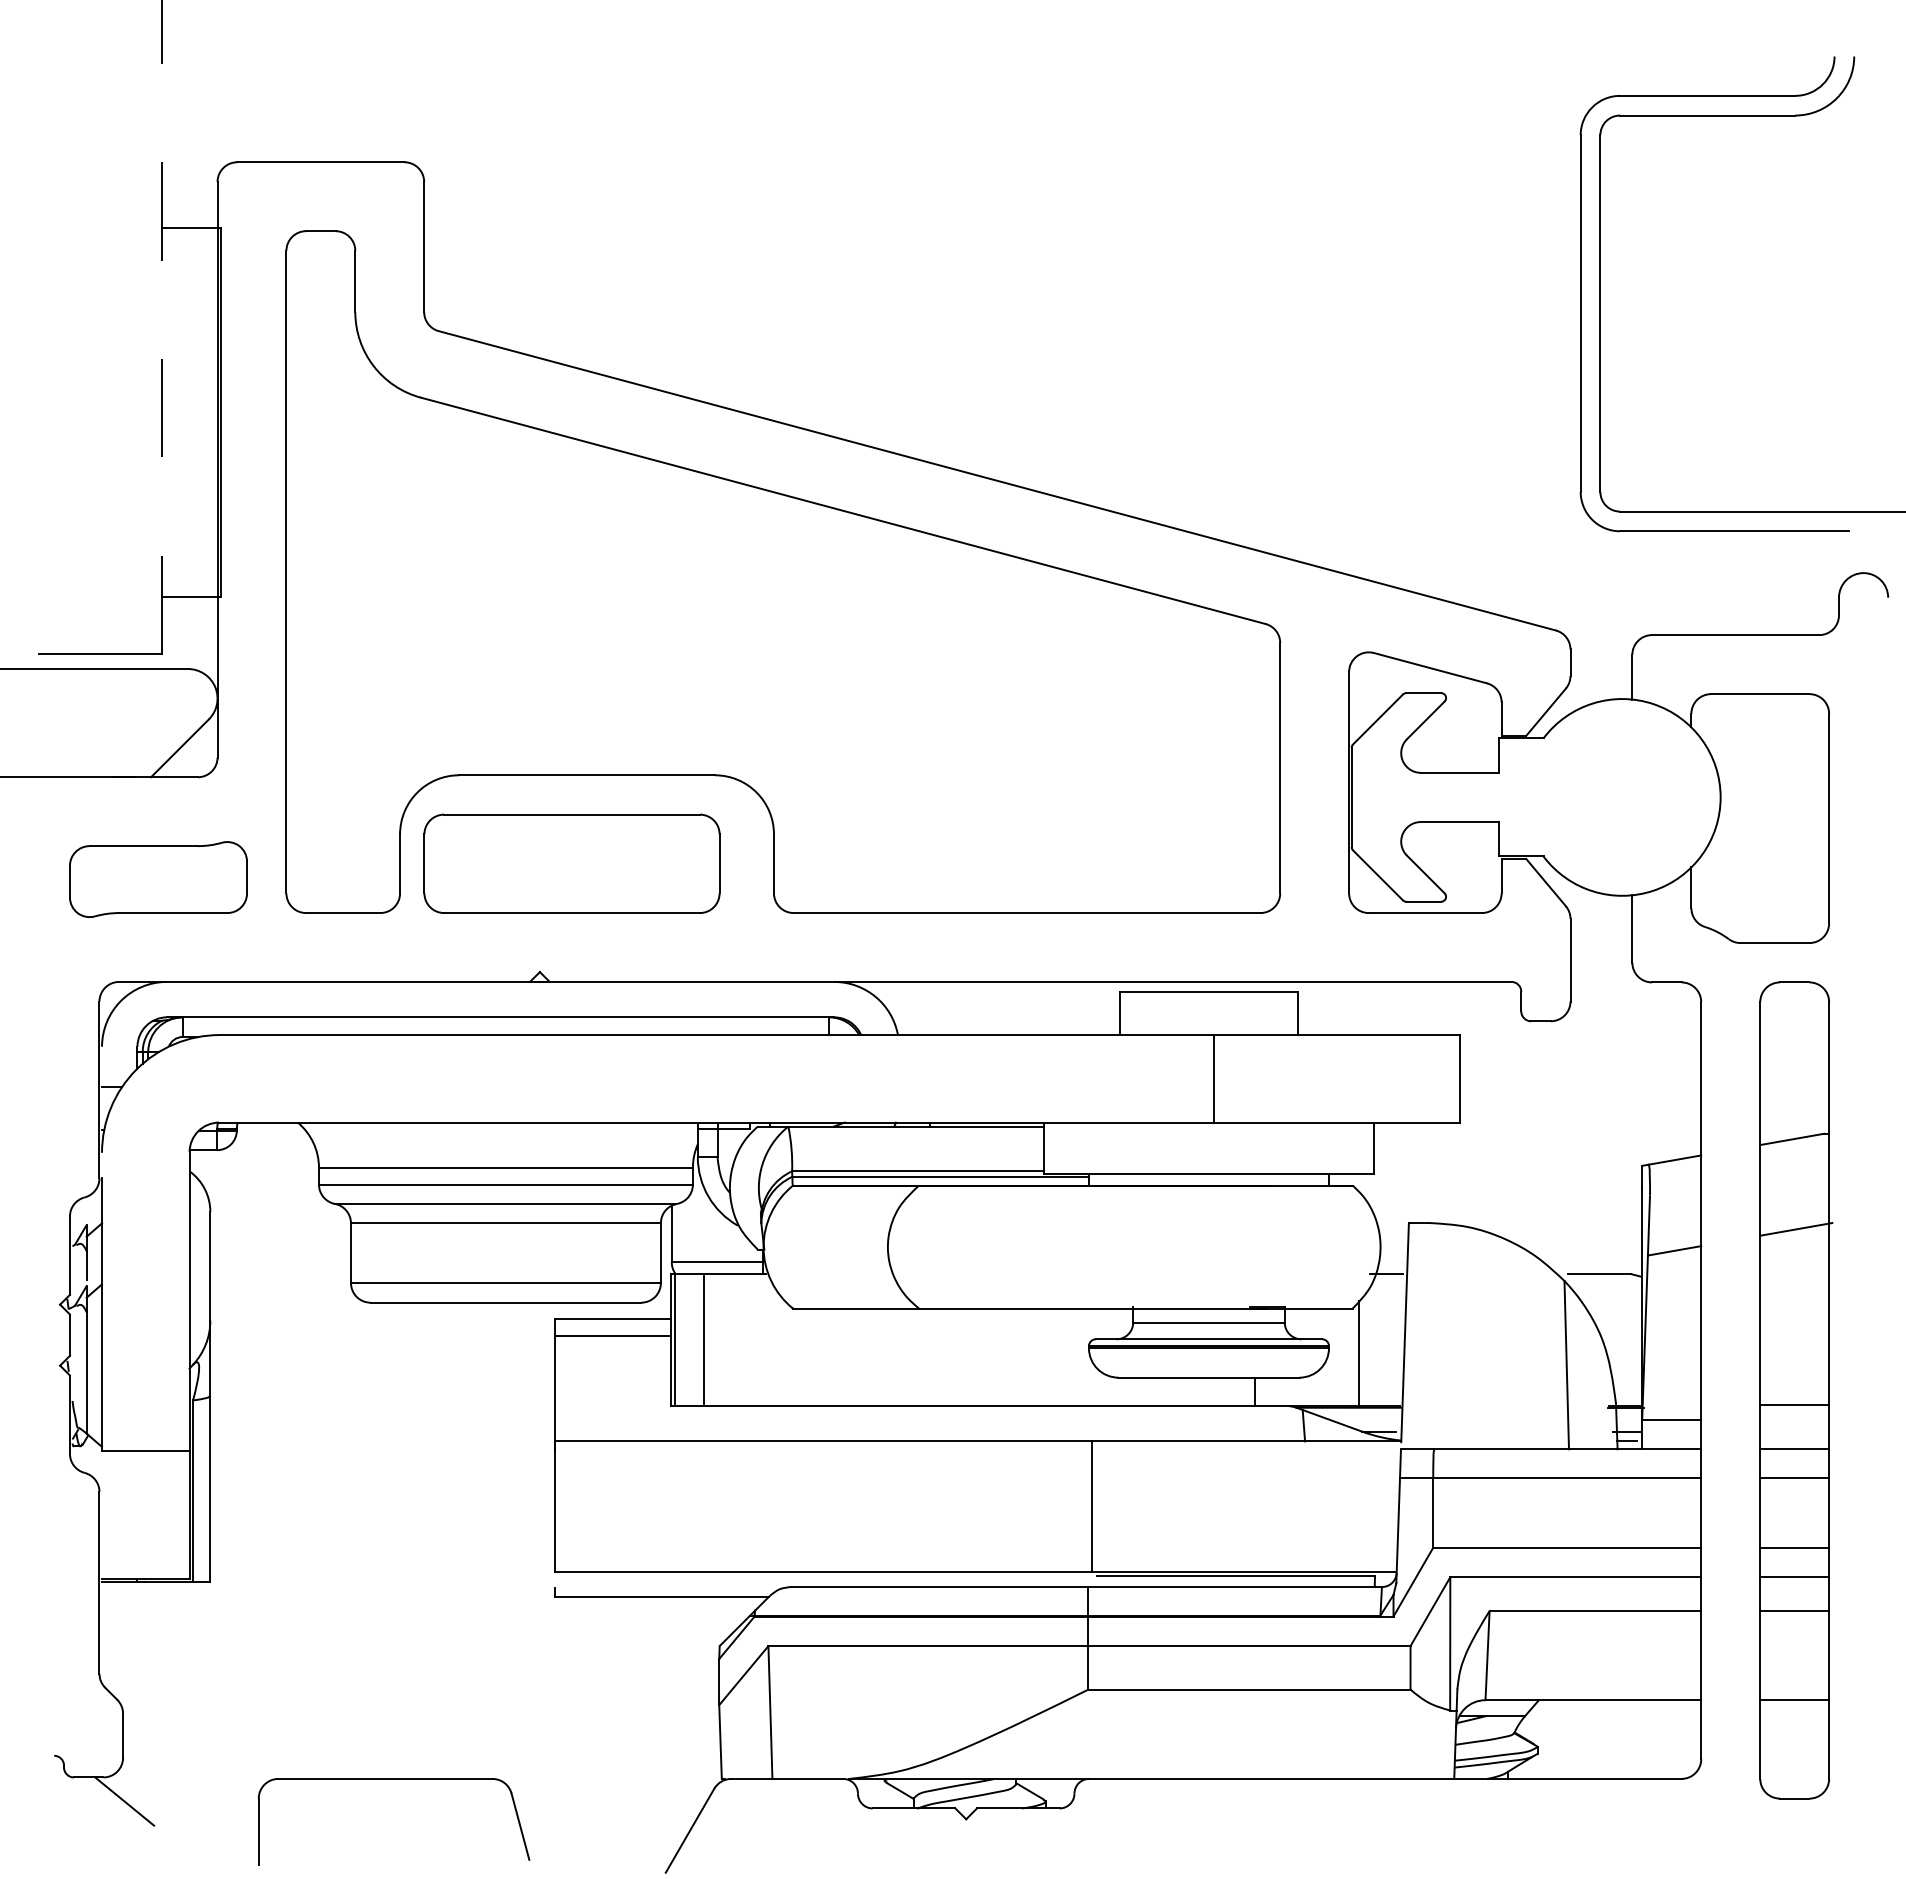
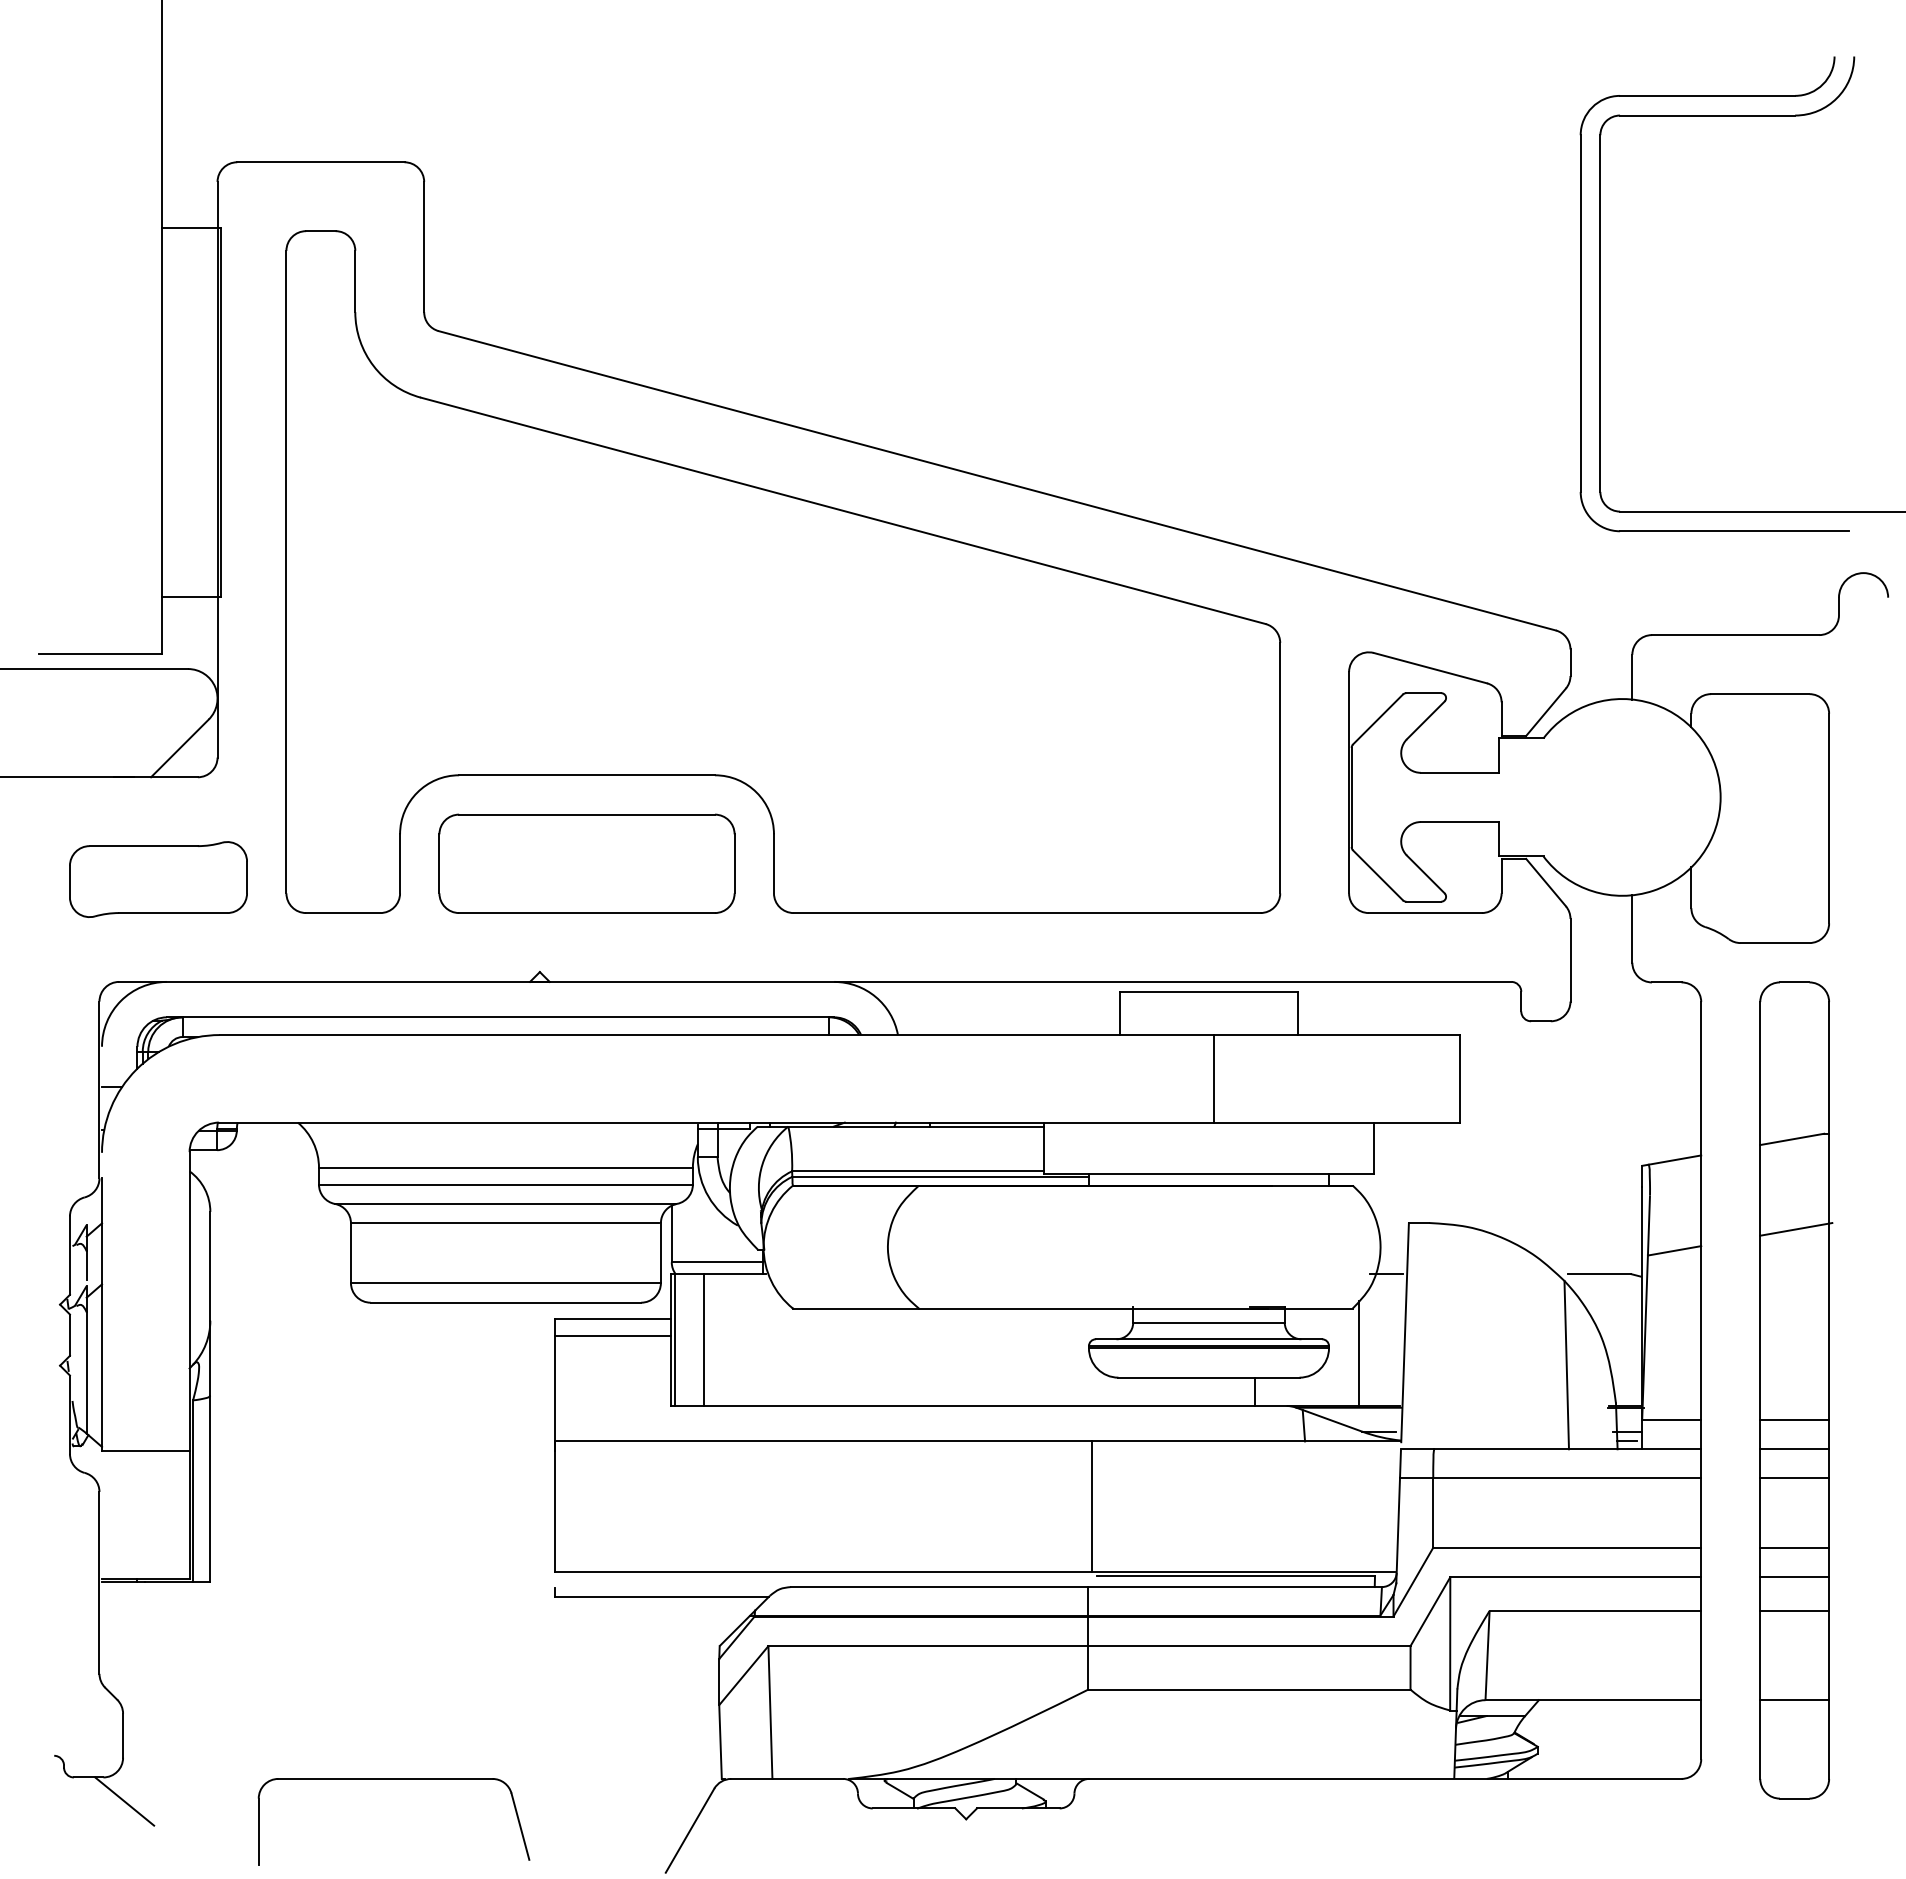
line at (162, 327): dashed -> solid
part at (571, 863) position: (571, 863) -> (586, 863)
line at (1794, 1404) position: (1794, 1404) -> (1794, 1419)
